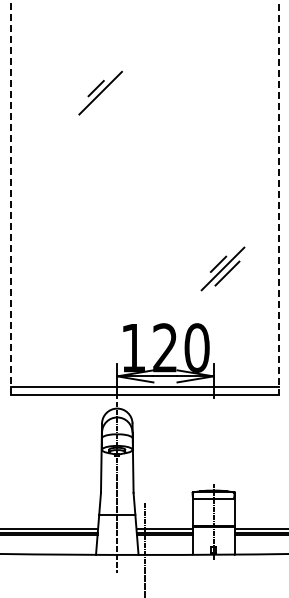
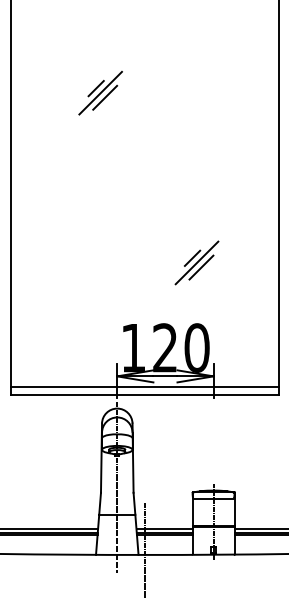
line at (105, 97): none -> present
line at (11, 197): dashed -> solid
line at (279, 198): dashed -> solid
part at (222, 268) position: (222, 268) -> (196, 262)
